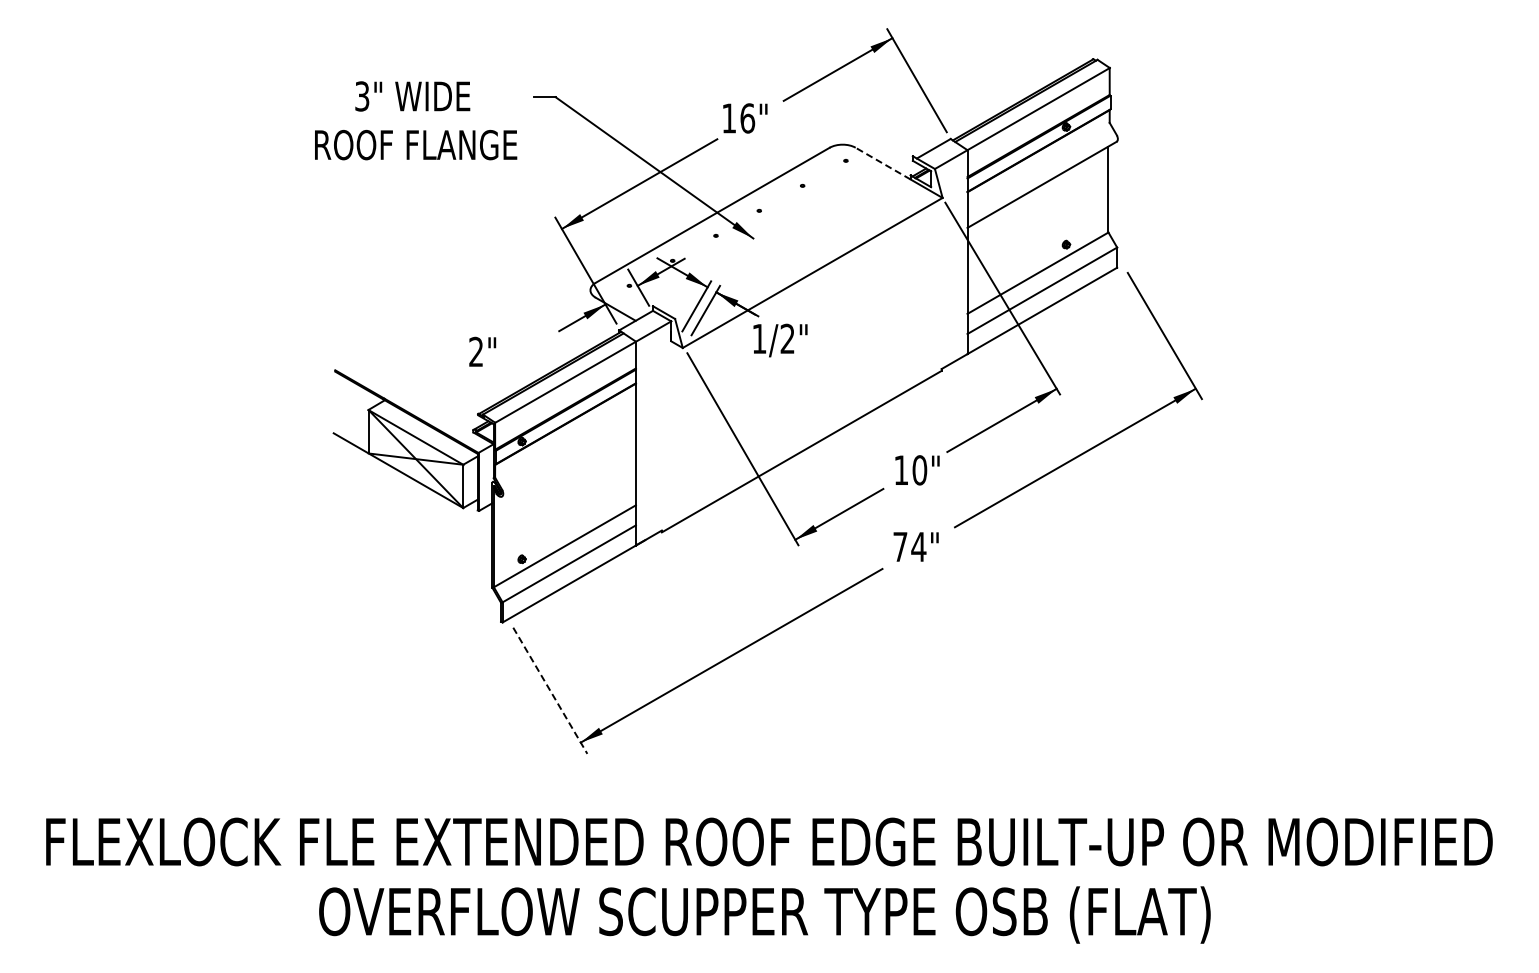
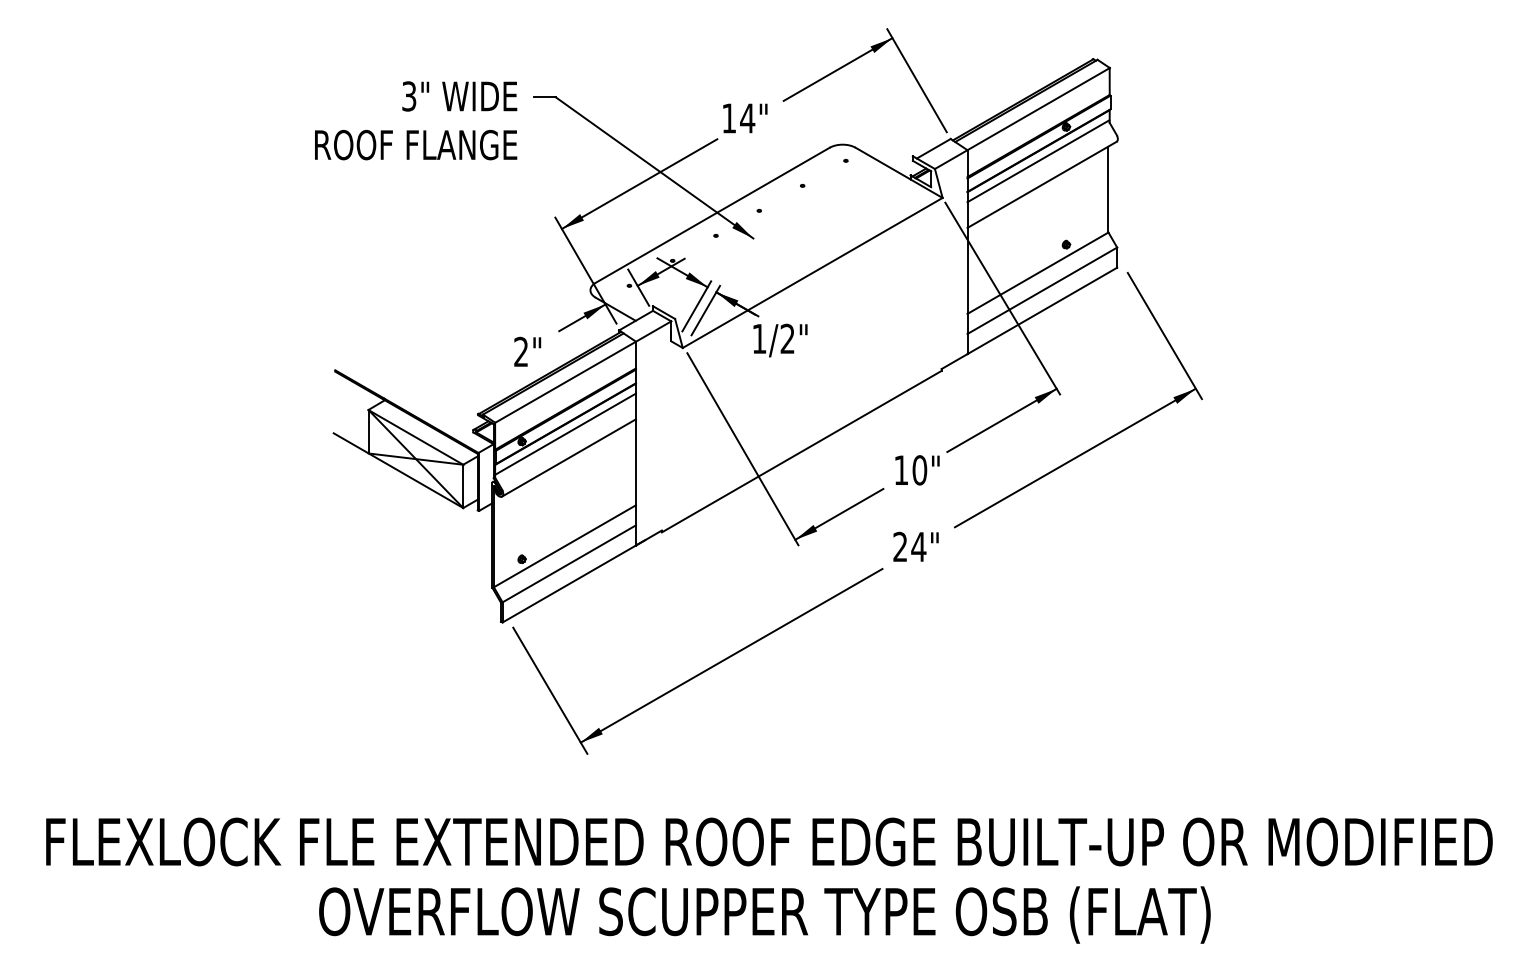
text at (412, 96) position: (412, 96) -> (459, 96)
text at (747, 118): 16" -> 14"
line at (1038, 161): none -> present
line at (883, 163): dashed -> solid
text at (482, 351) position: (482, 351) -> (527, 351)
line at (565, 433): none -> present
line at (568, 457): none -> present
text at (900, 546): 74" -> 24"
line at (550, 691): dashed -> solid
